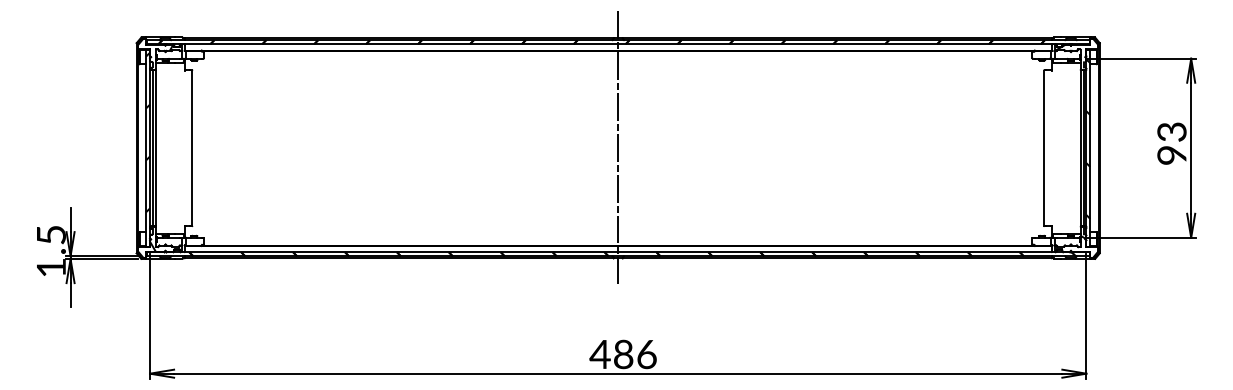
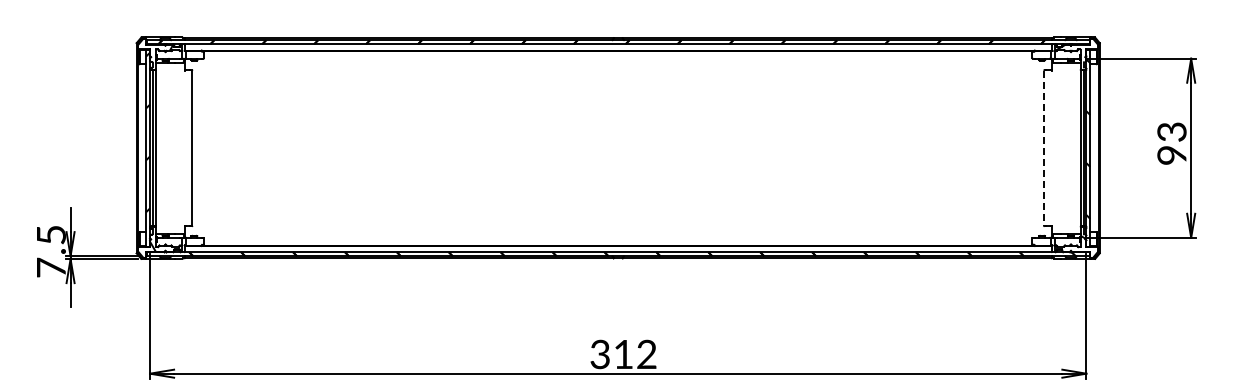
line at (618, 148): present -> none
line at (1044, 148): solid -> dashed
text at (51, 267): 1.5 -> 7.5
text at (622, 354): 486 -> 312
